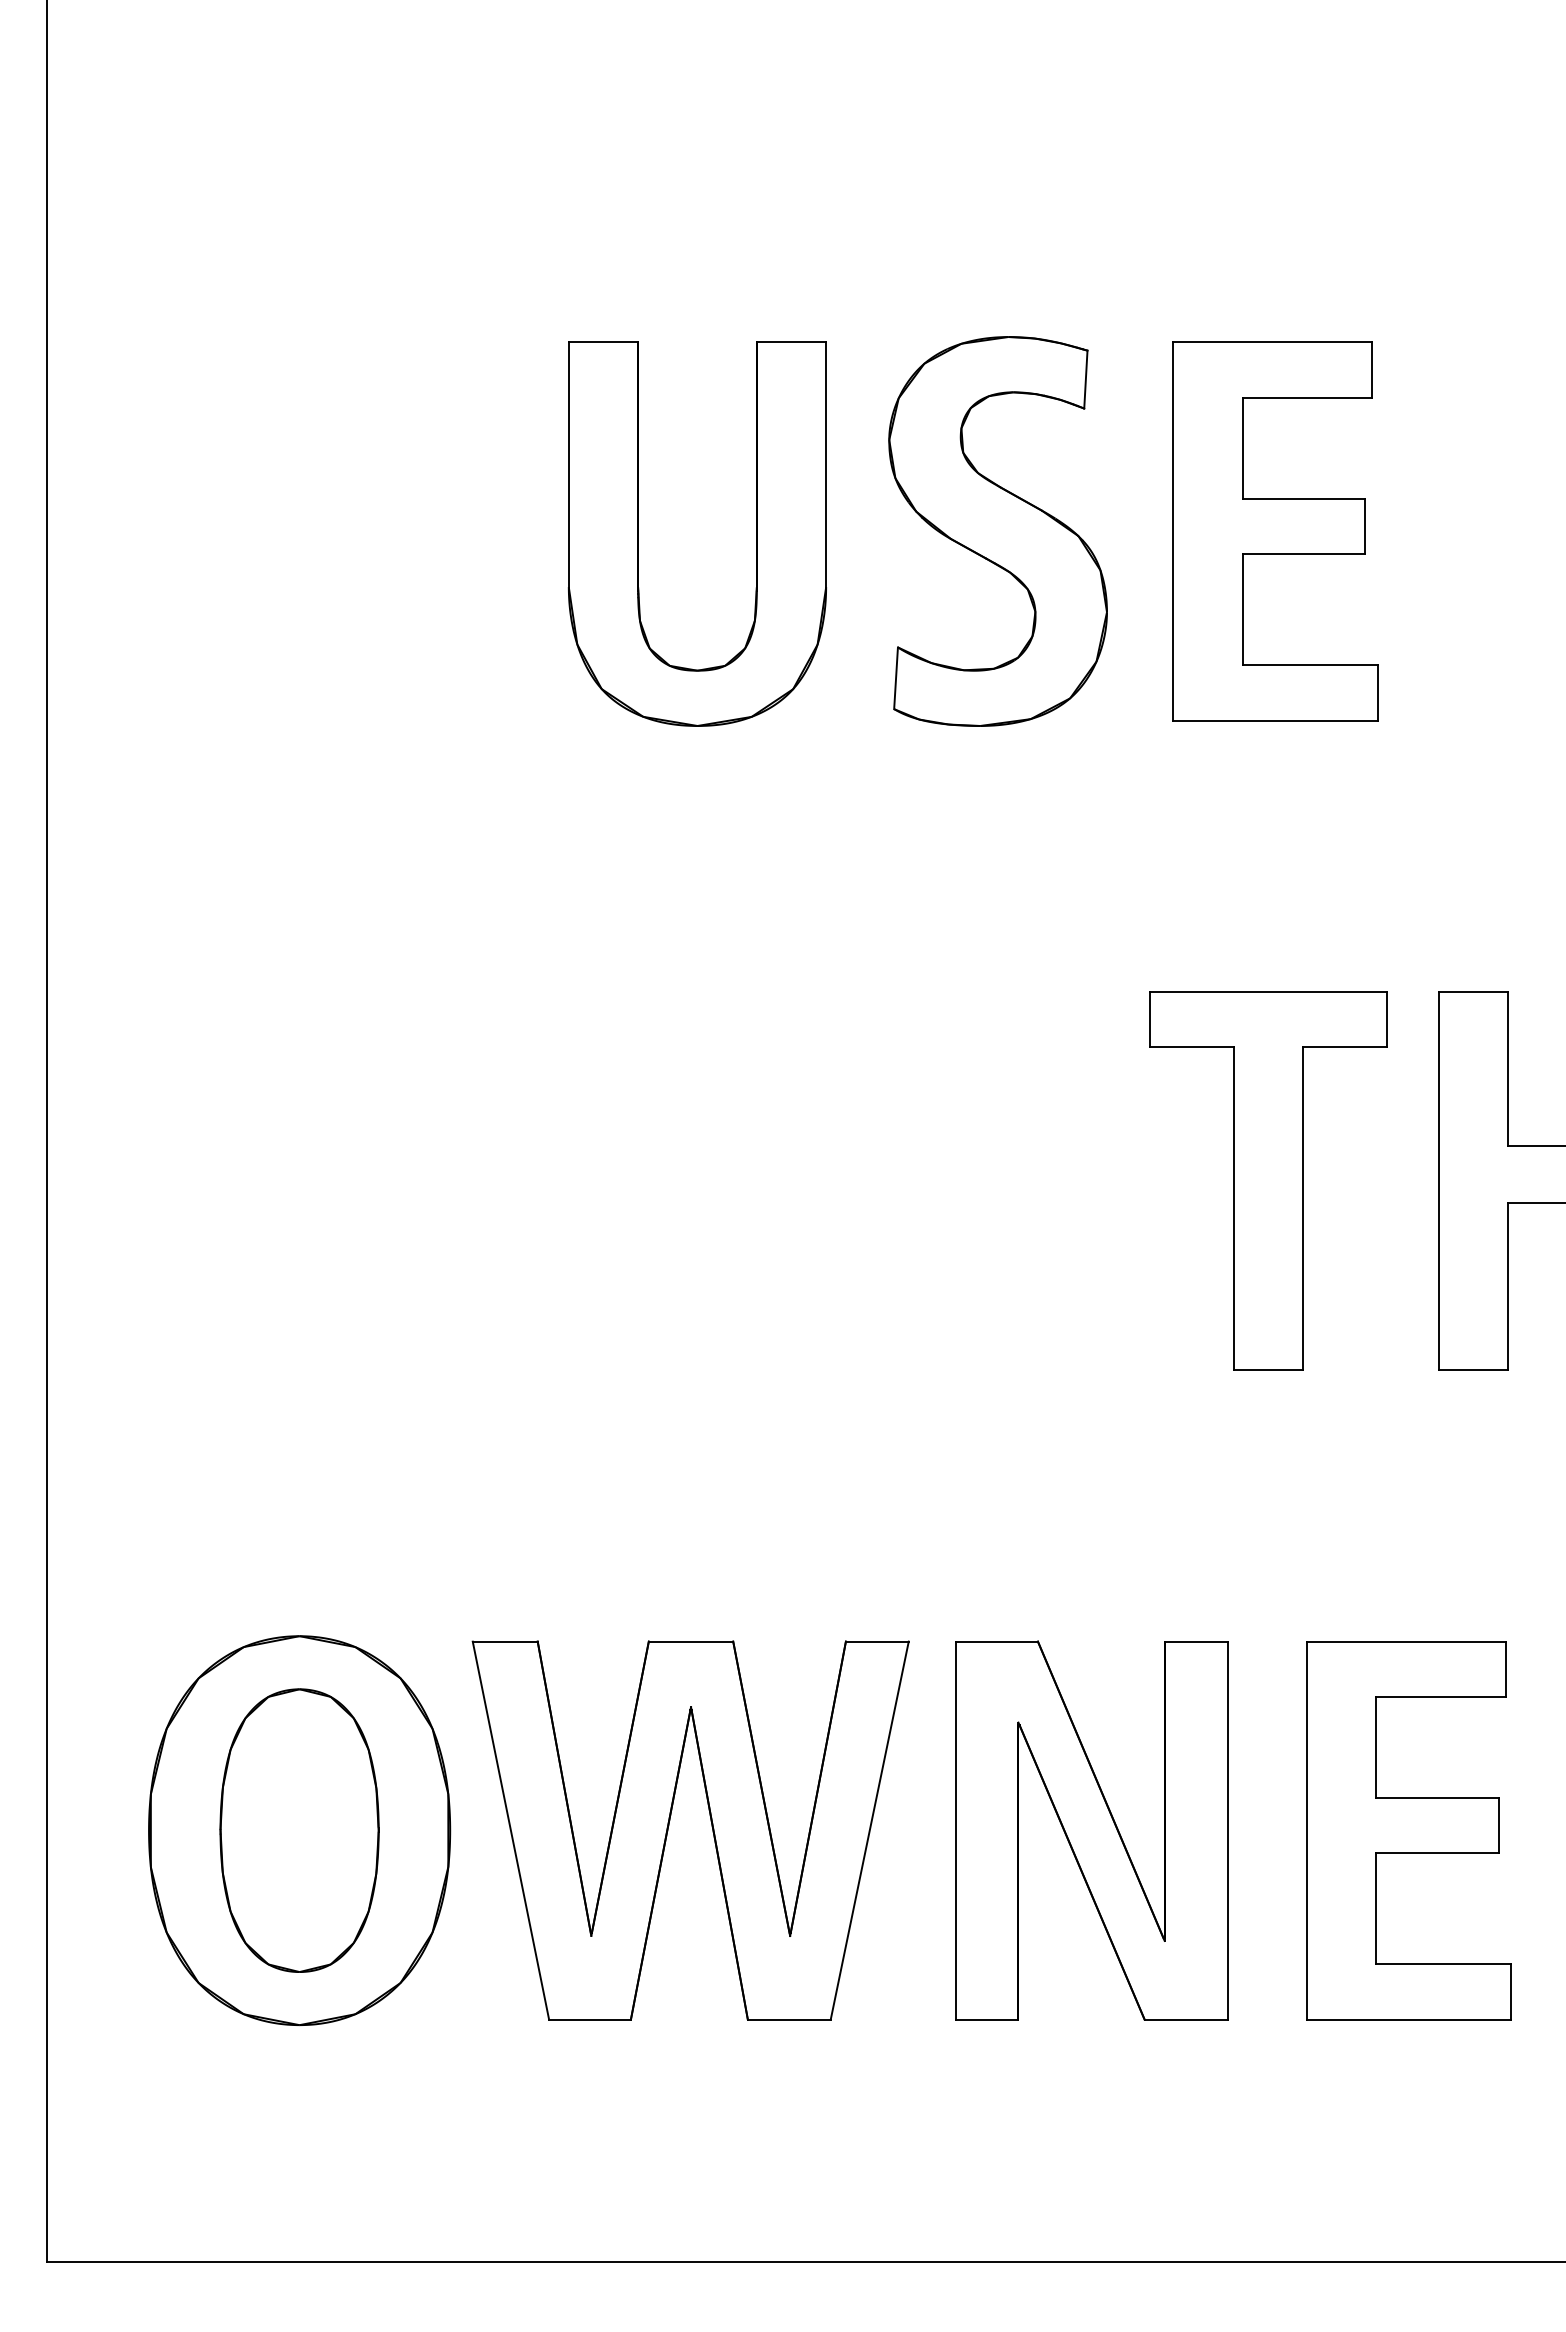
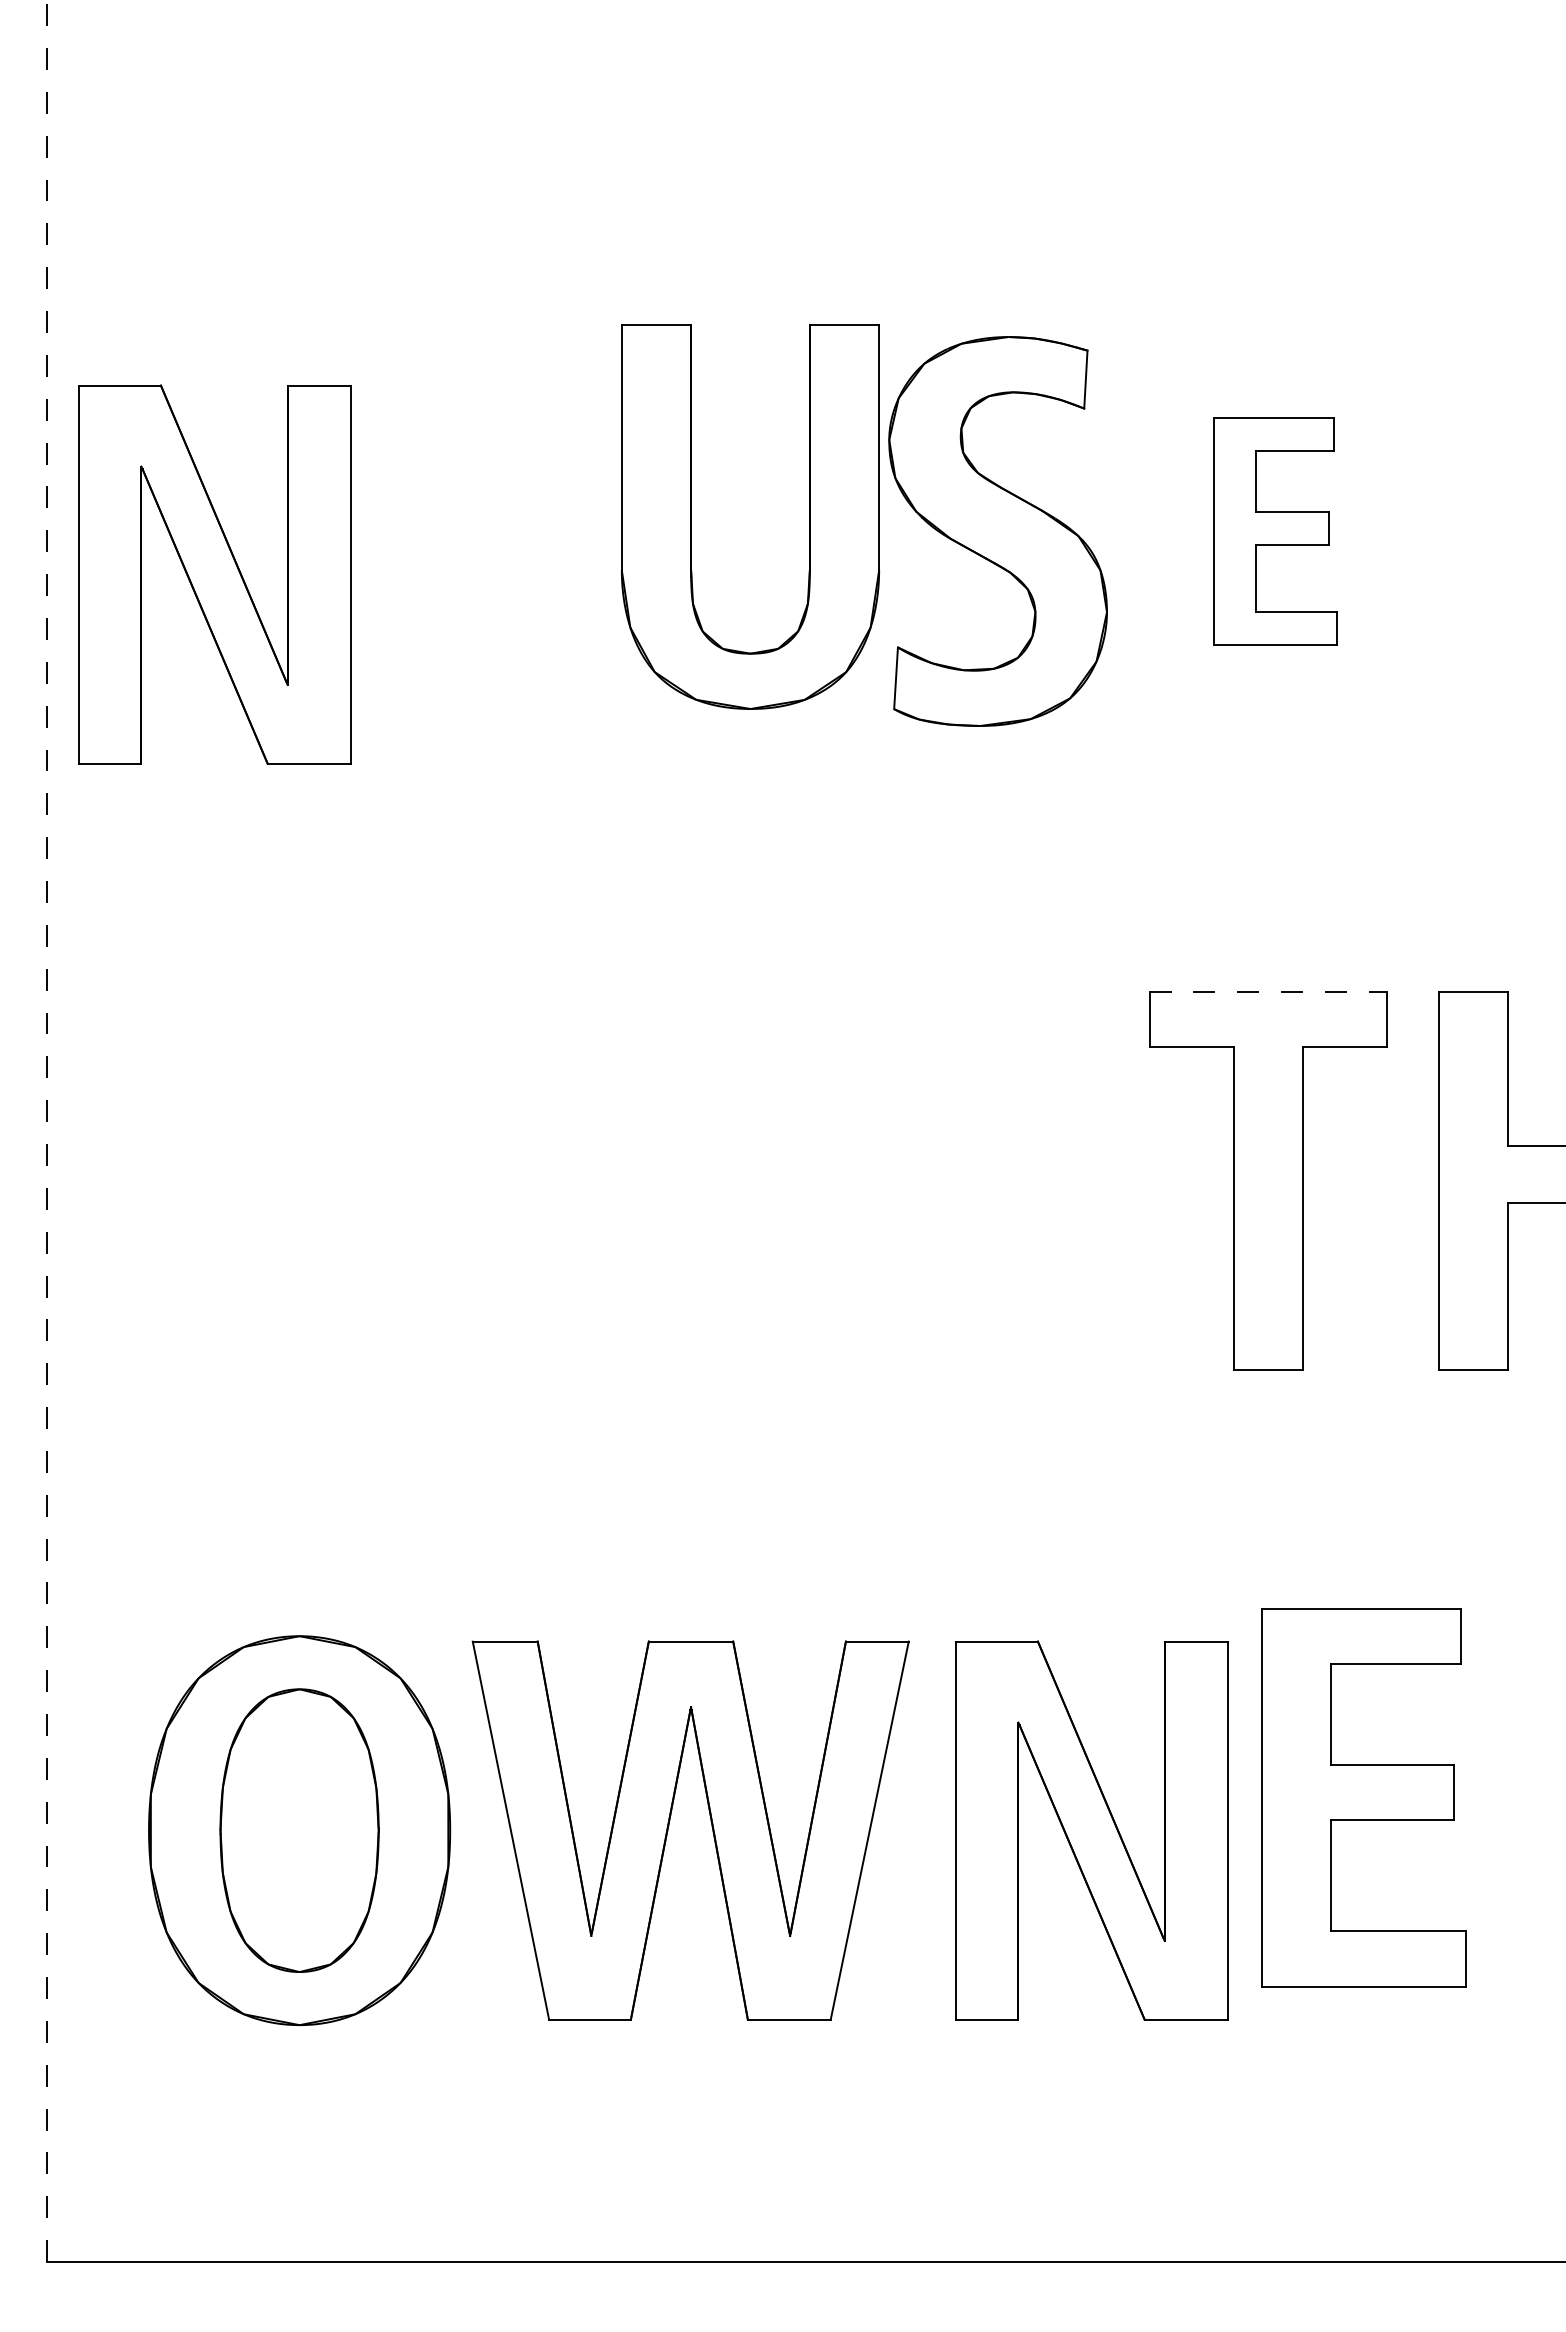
part at (1275, 531) size: 207x381 px -> 125x229 px
part at (638, 533) position: (638, 533) -> (691, 516)
part at (214, 574): none -> present
line at (1268, 992): solid -> dashed
line at (47, 1131): solid -> dashed
part at (1408, 1830) position: (1408, 1830) -> (1363, 1797)
